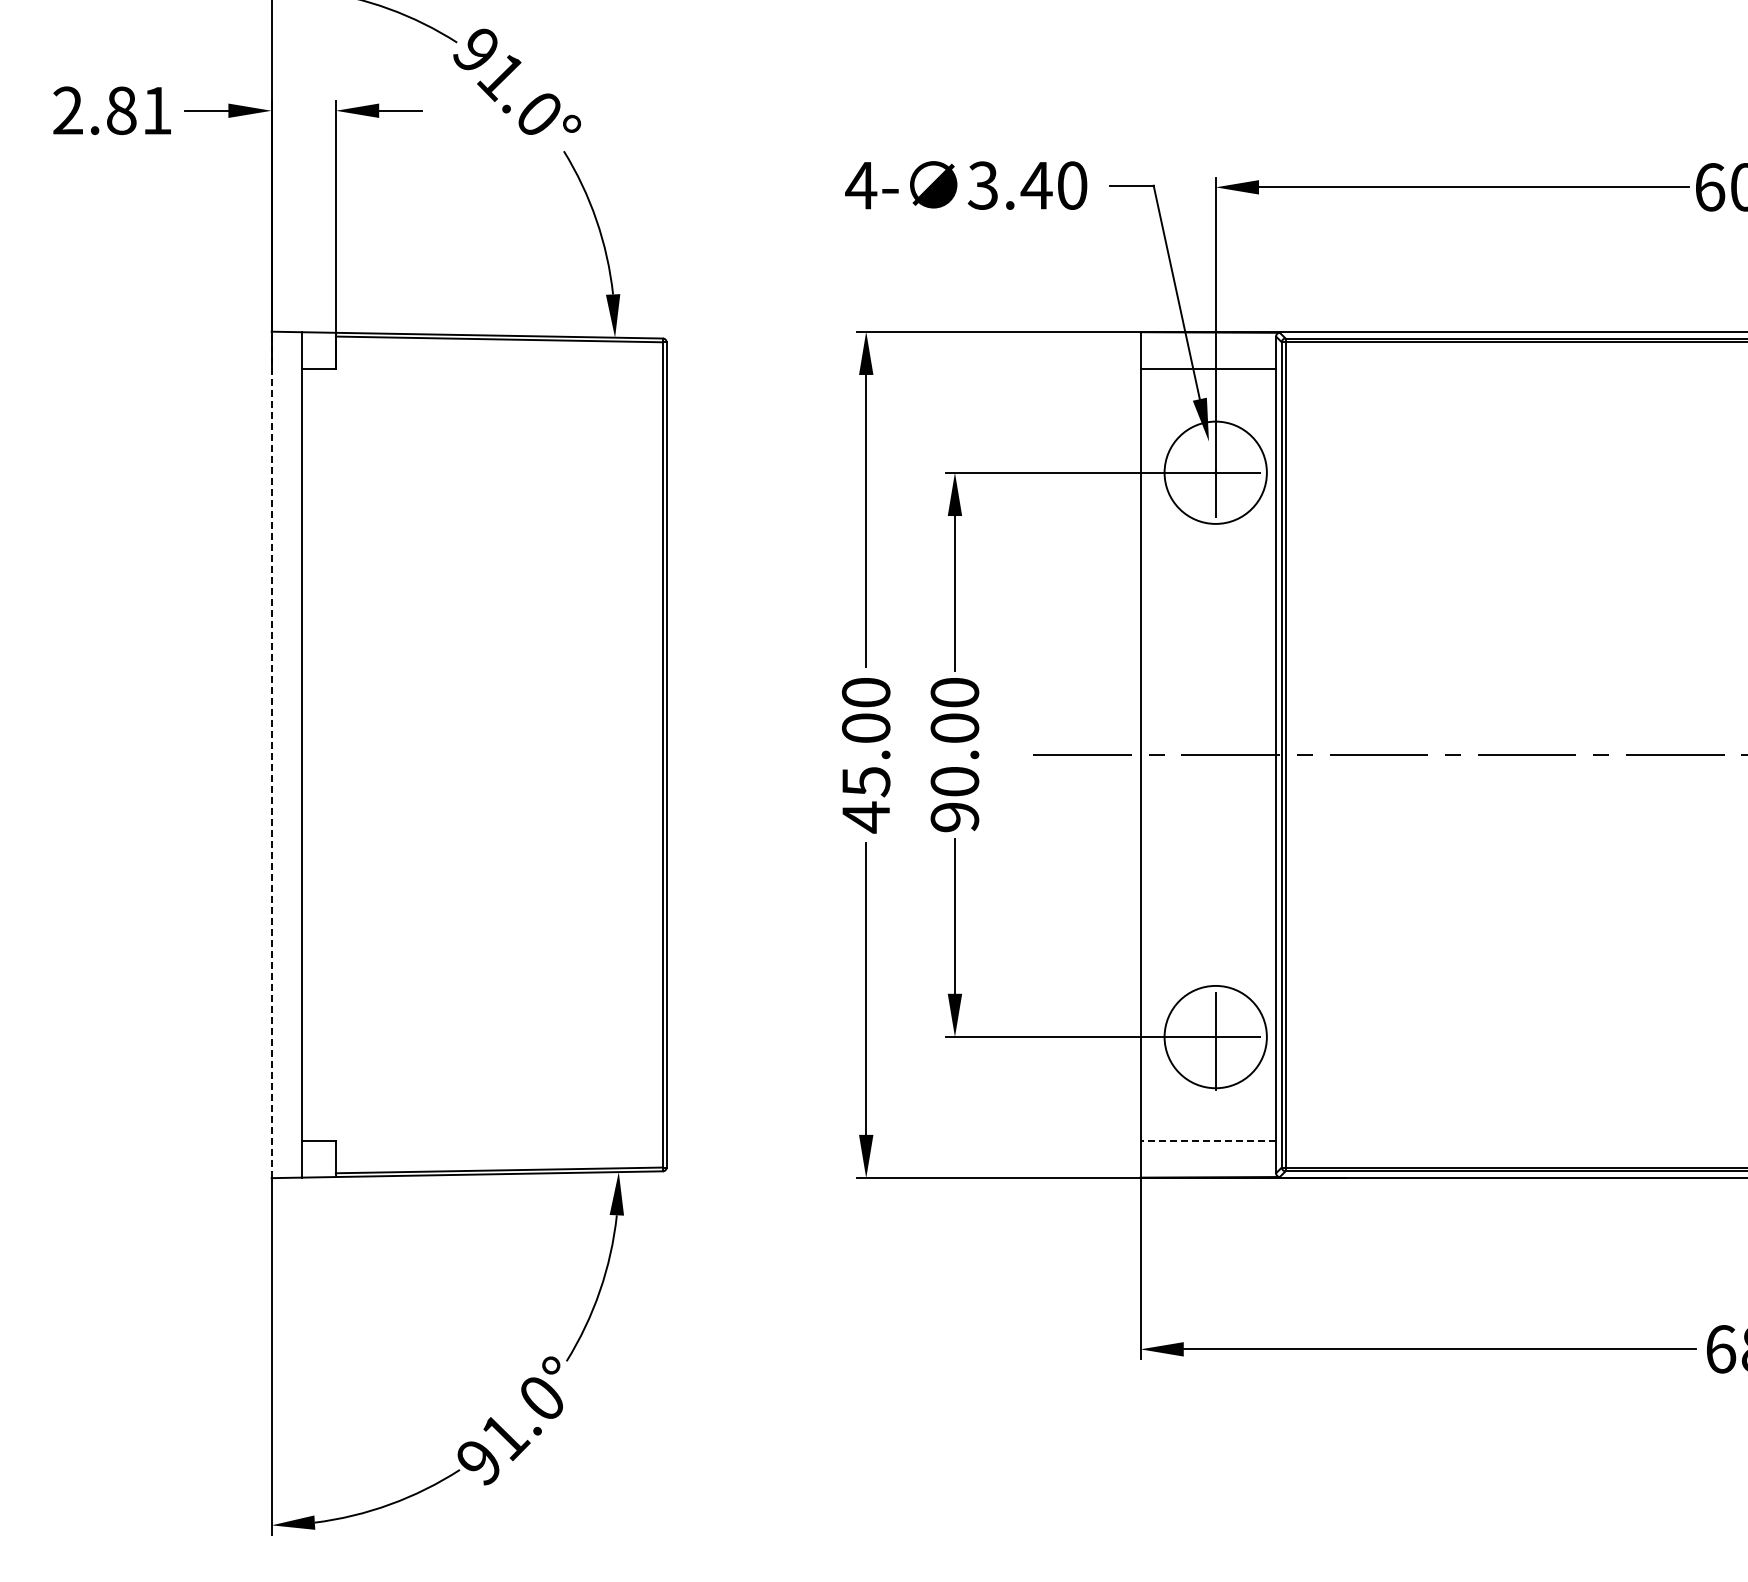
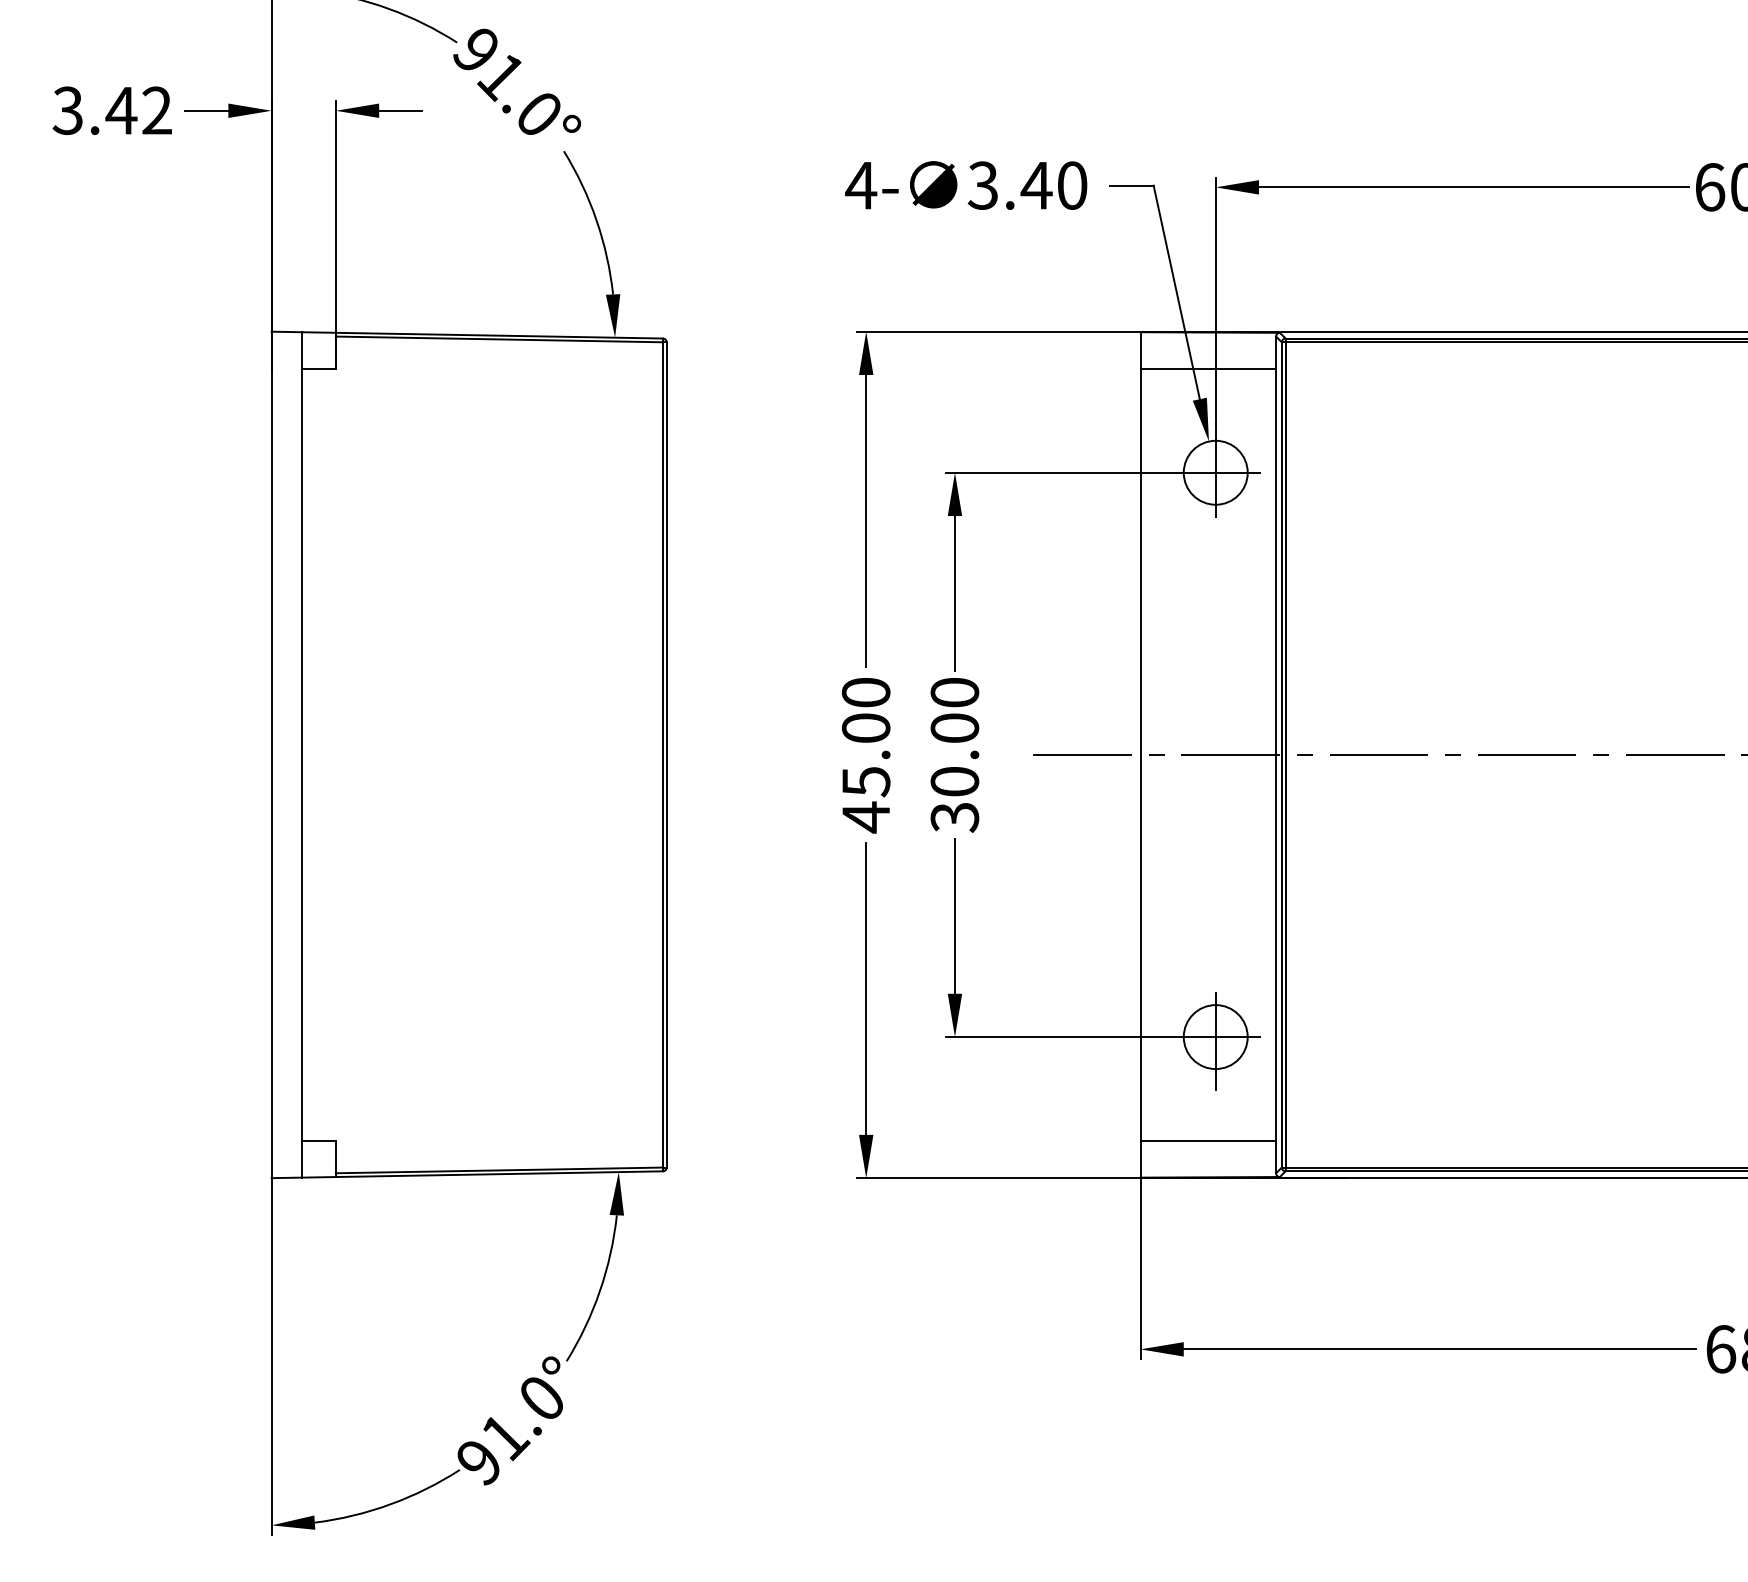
text at (111, 110): 2.81 -> 3.42
circle at (1215, 472) diameter: 102 px -> 64 px
line at (271, 754): dashed -> solid
text at (954, 817): 90.00 -> 30.00
circle at (1215, 1036) diameter: 102 px -> 64 px
line at (1208, 1140): dashed -> solid
